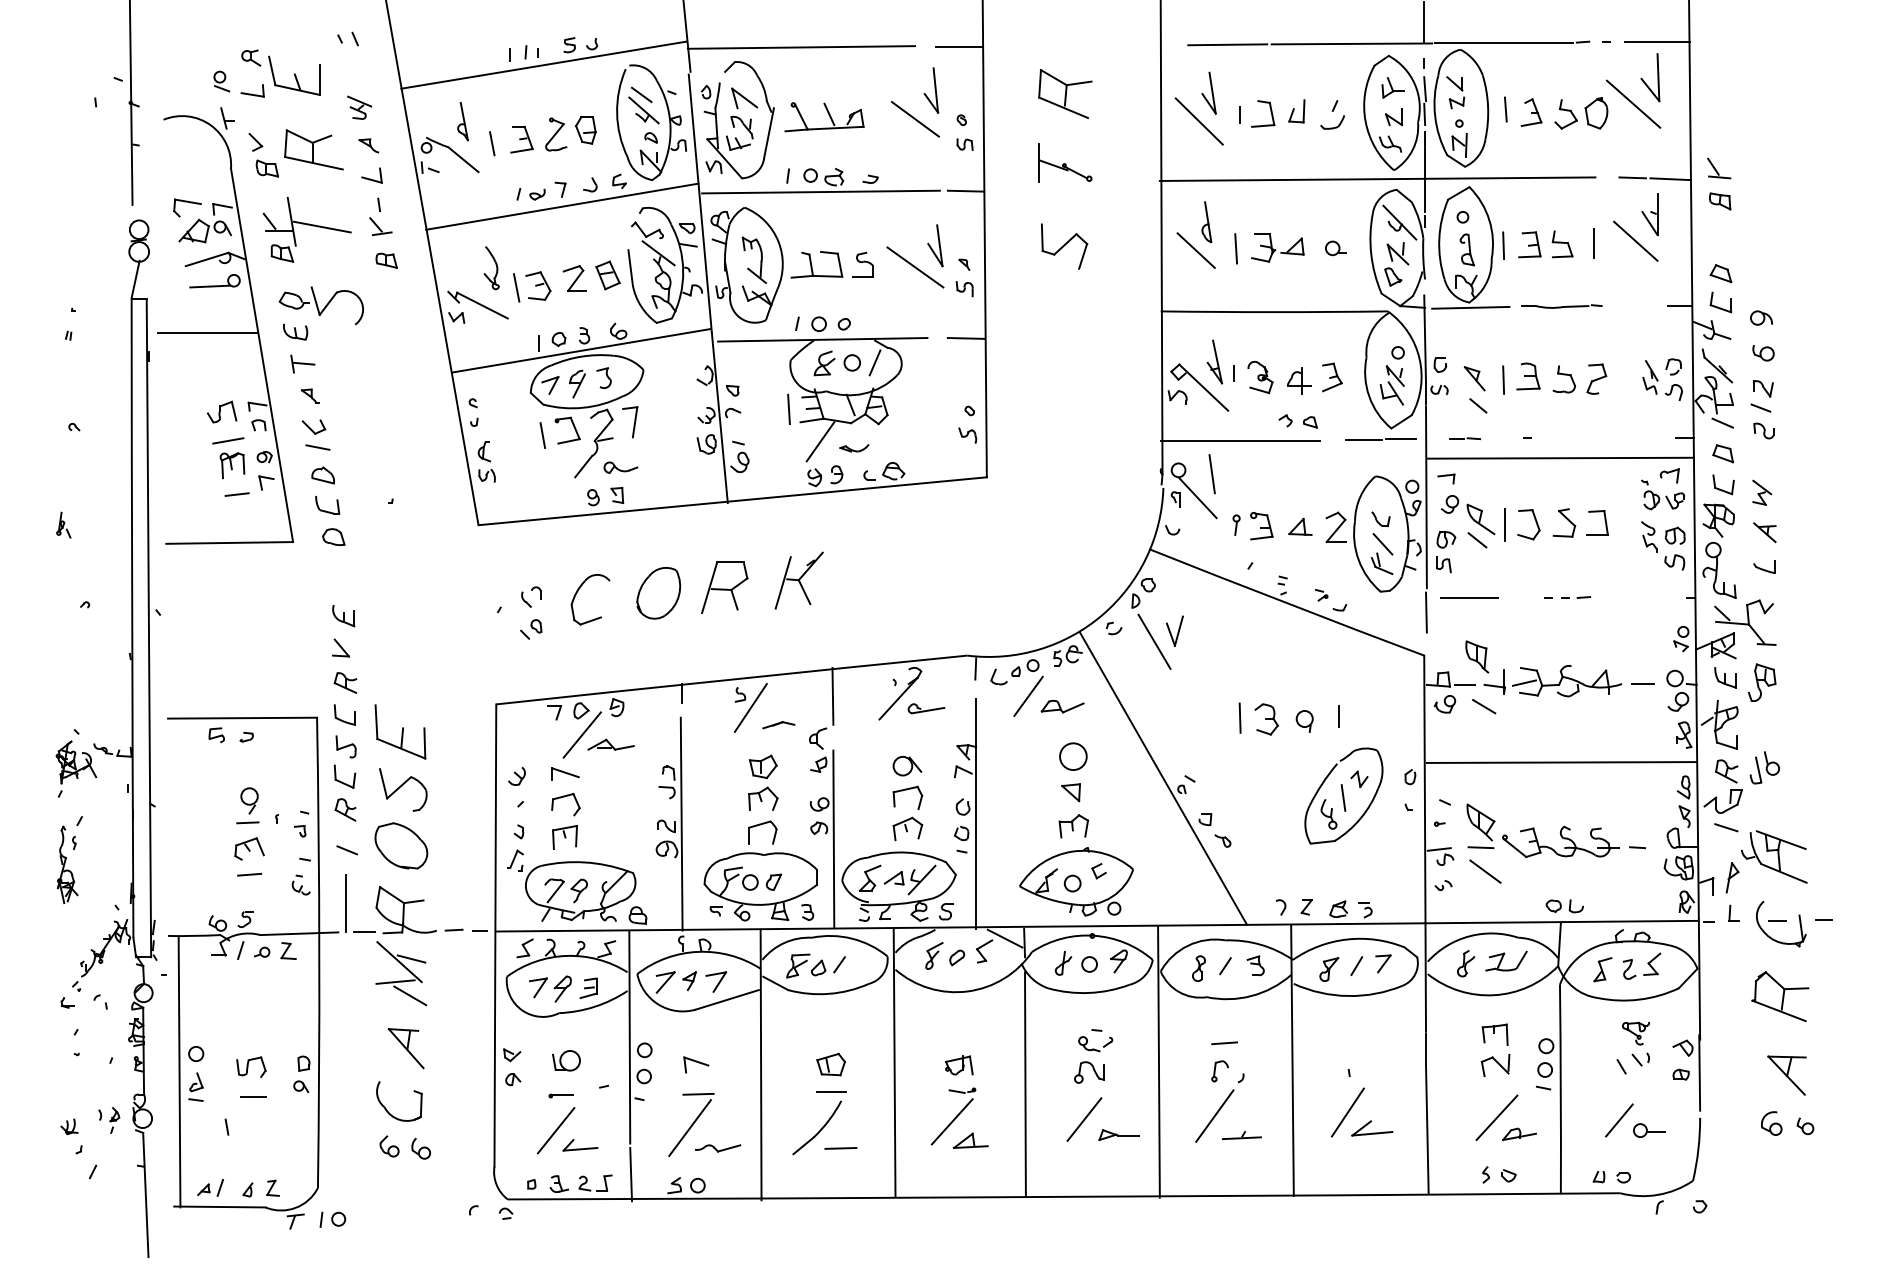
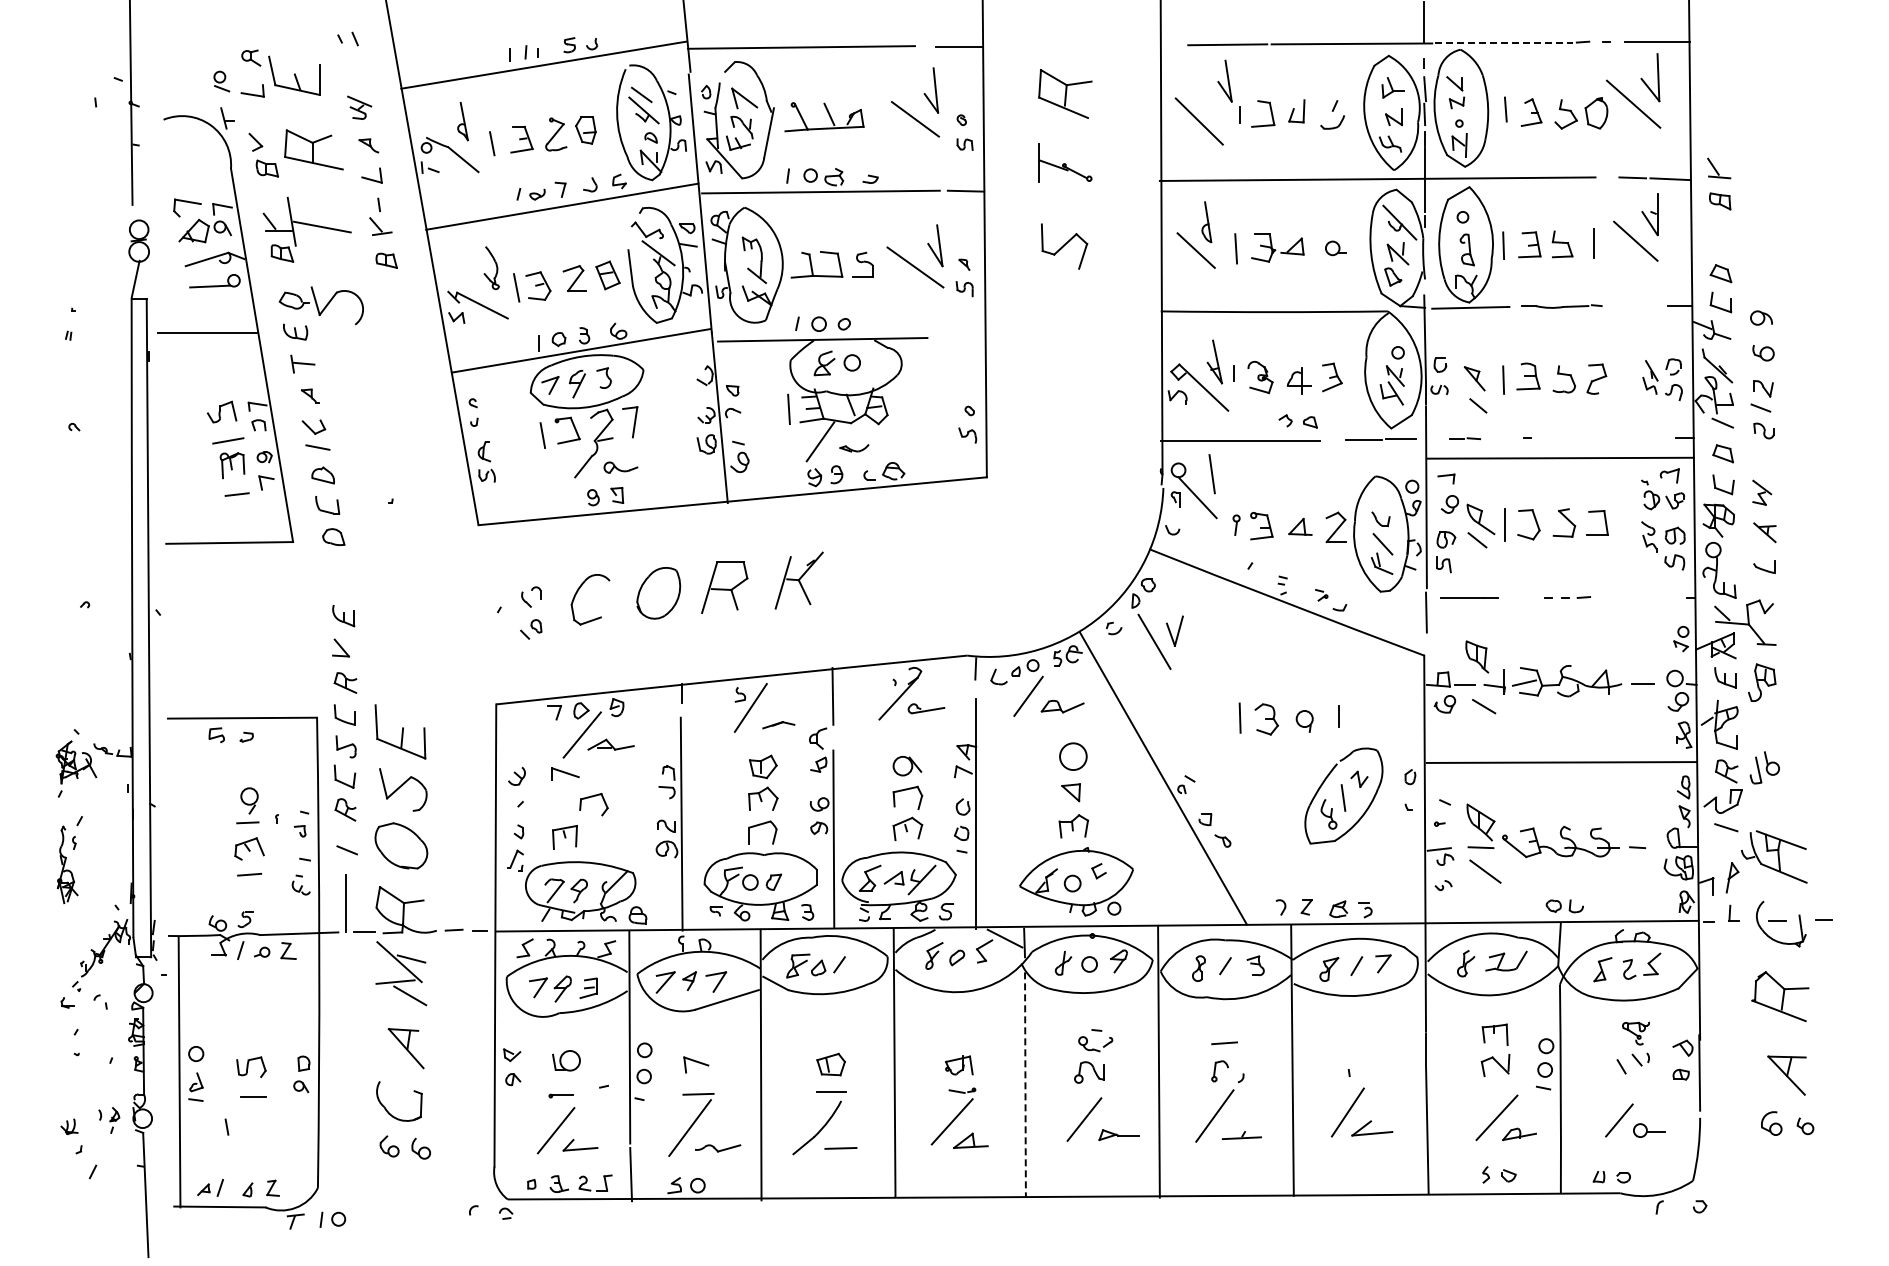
line at (1504, 42): solid -> dashed
part at (1208, 92) position: (1208, 92) -> (1224, 80)
line at (966, 338): present -> none
line at (874, 362): present -> none
part at (63, 524): present -> none
part at (564, 797) position: (564, 797) -> (592, 797)
line at (1025, 1085): solid -> dashed
